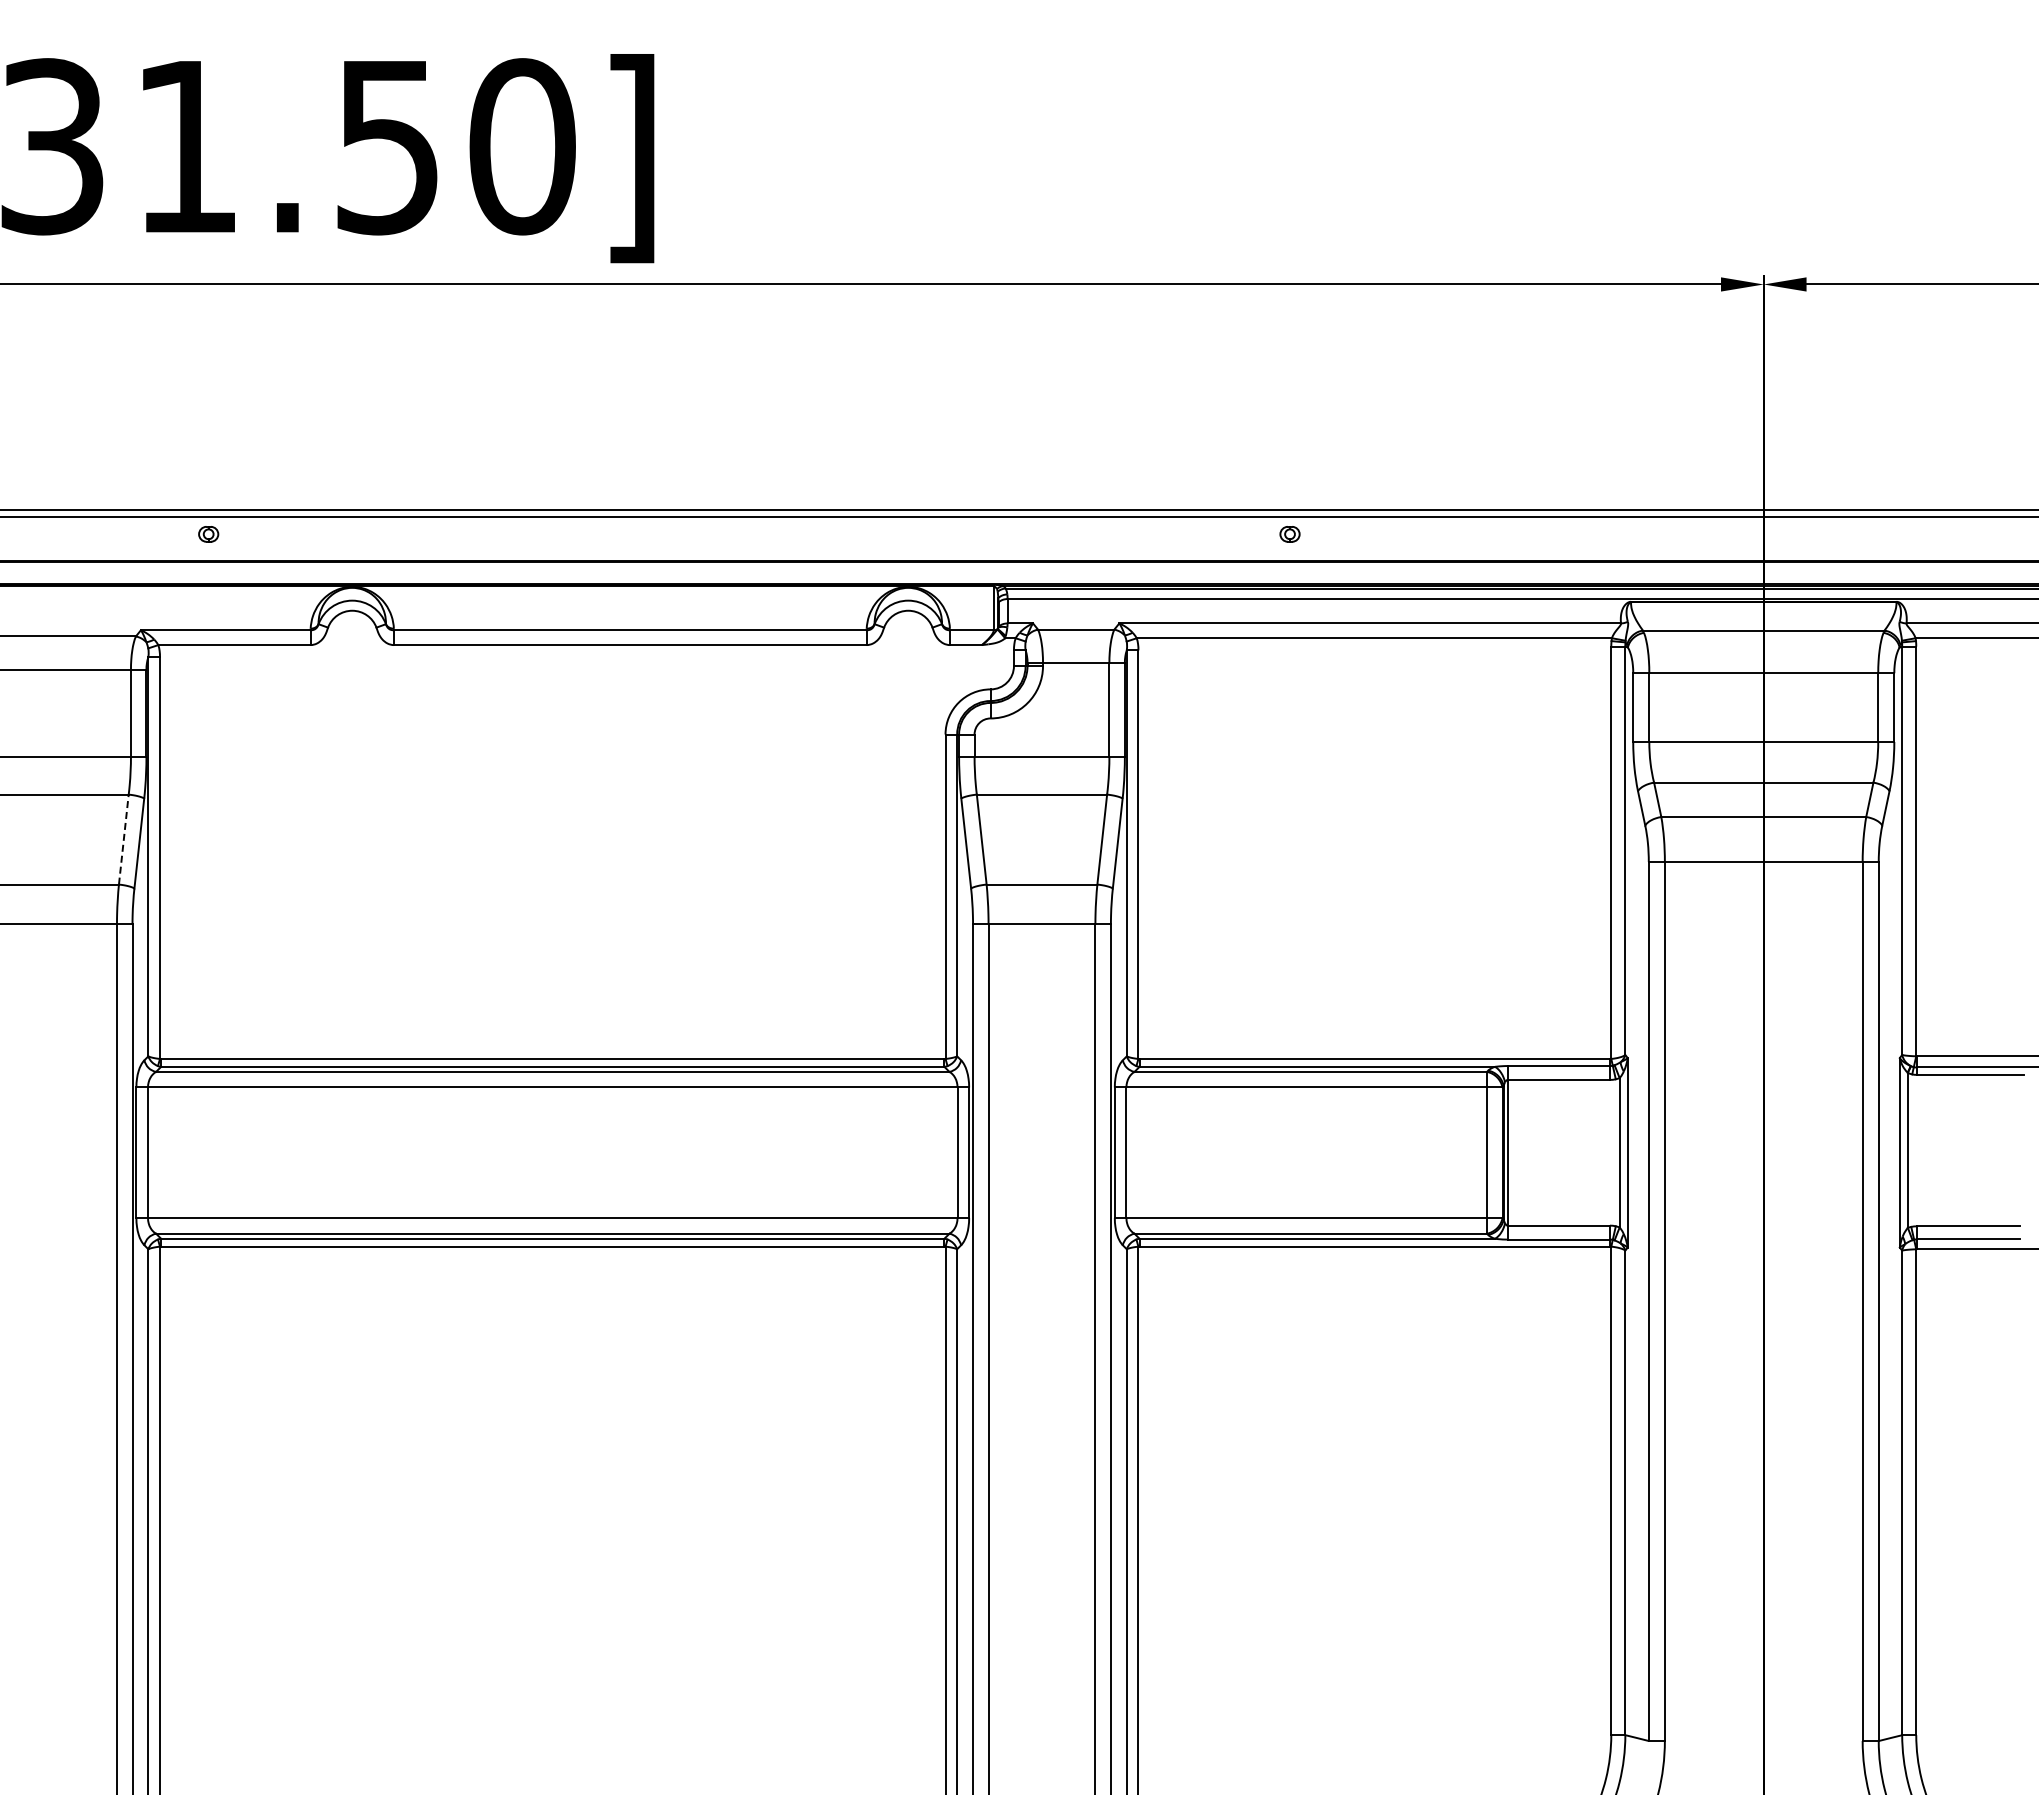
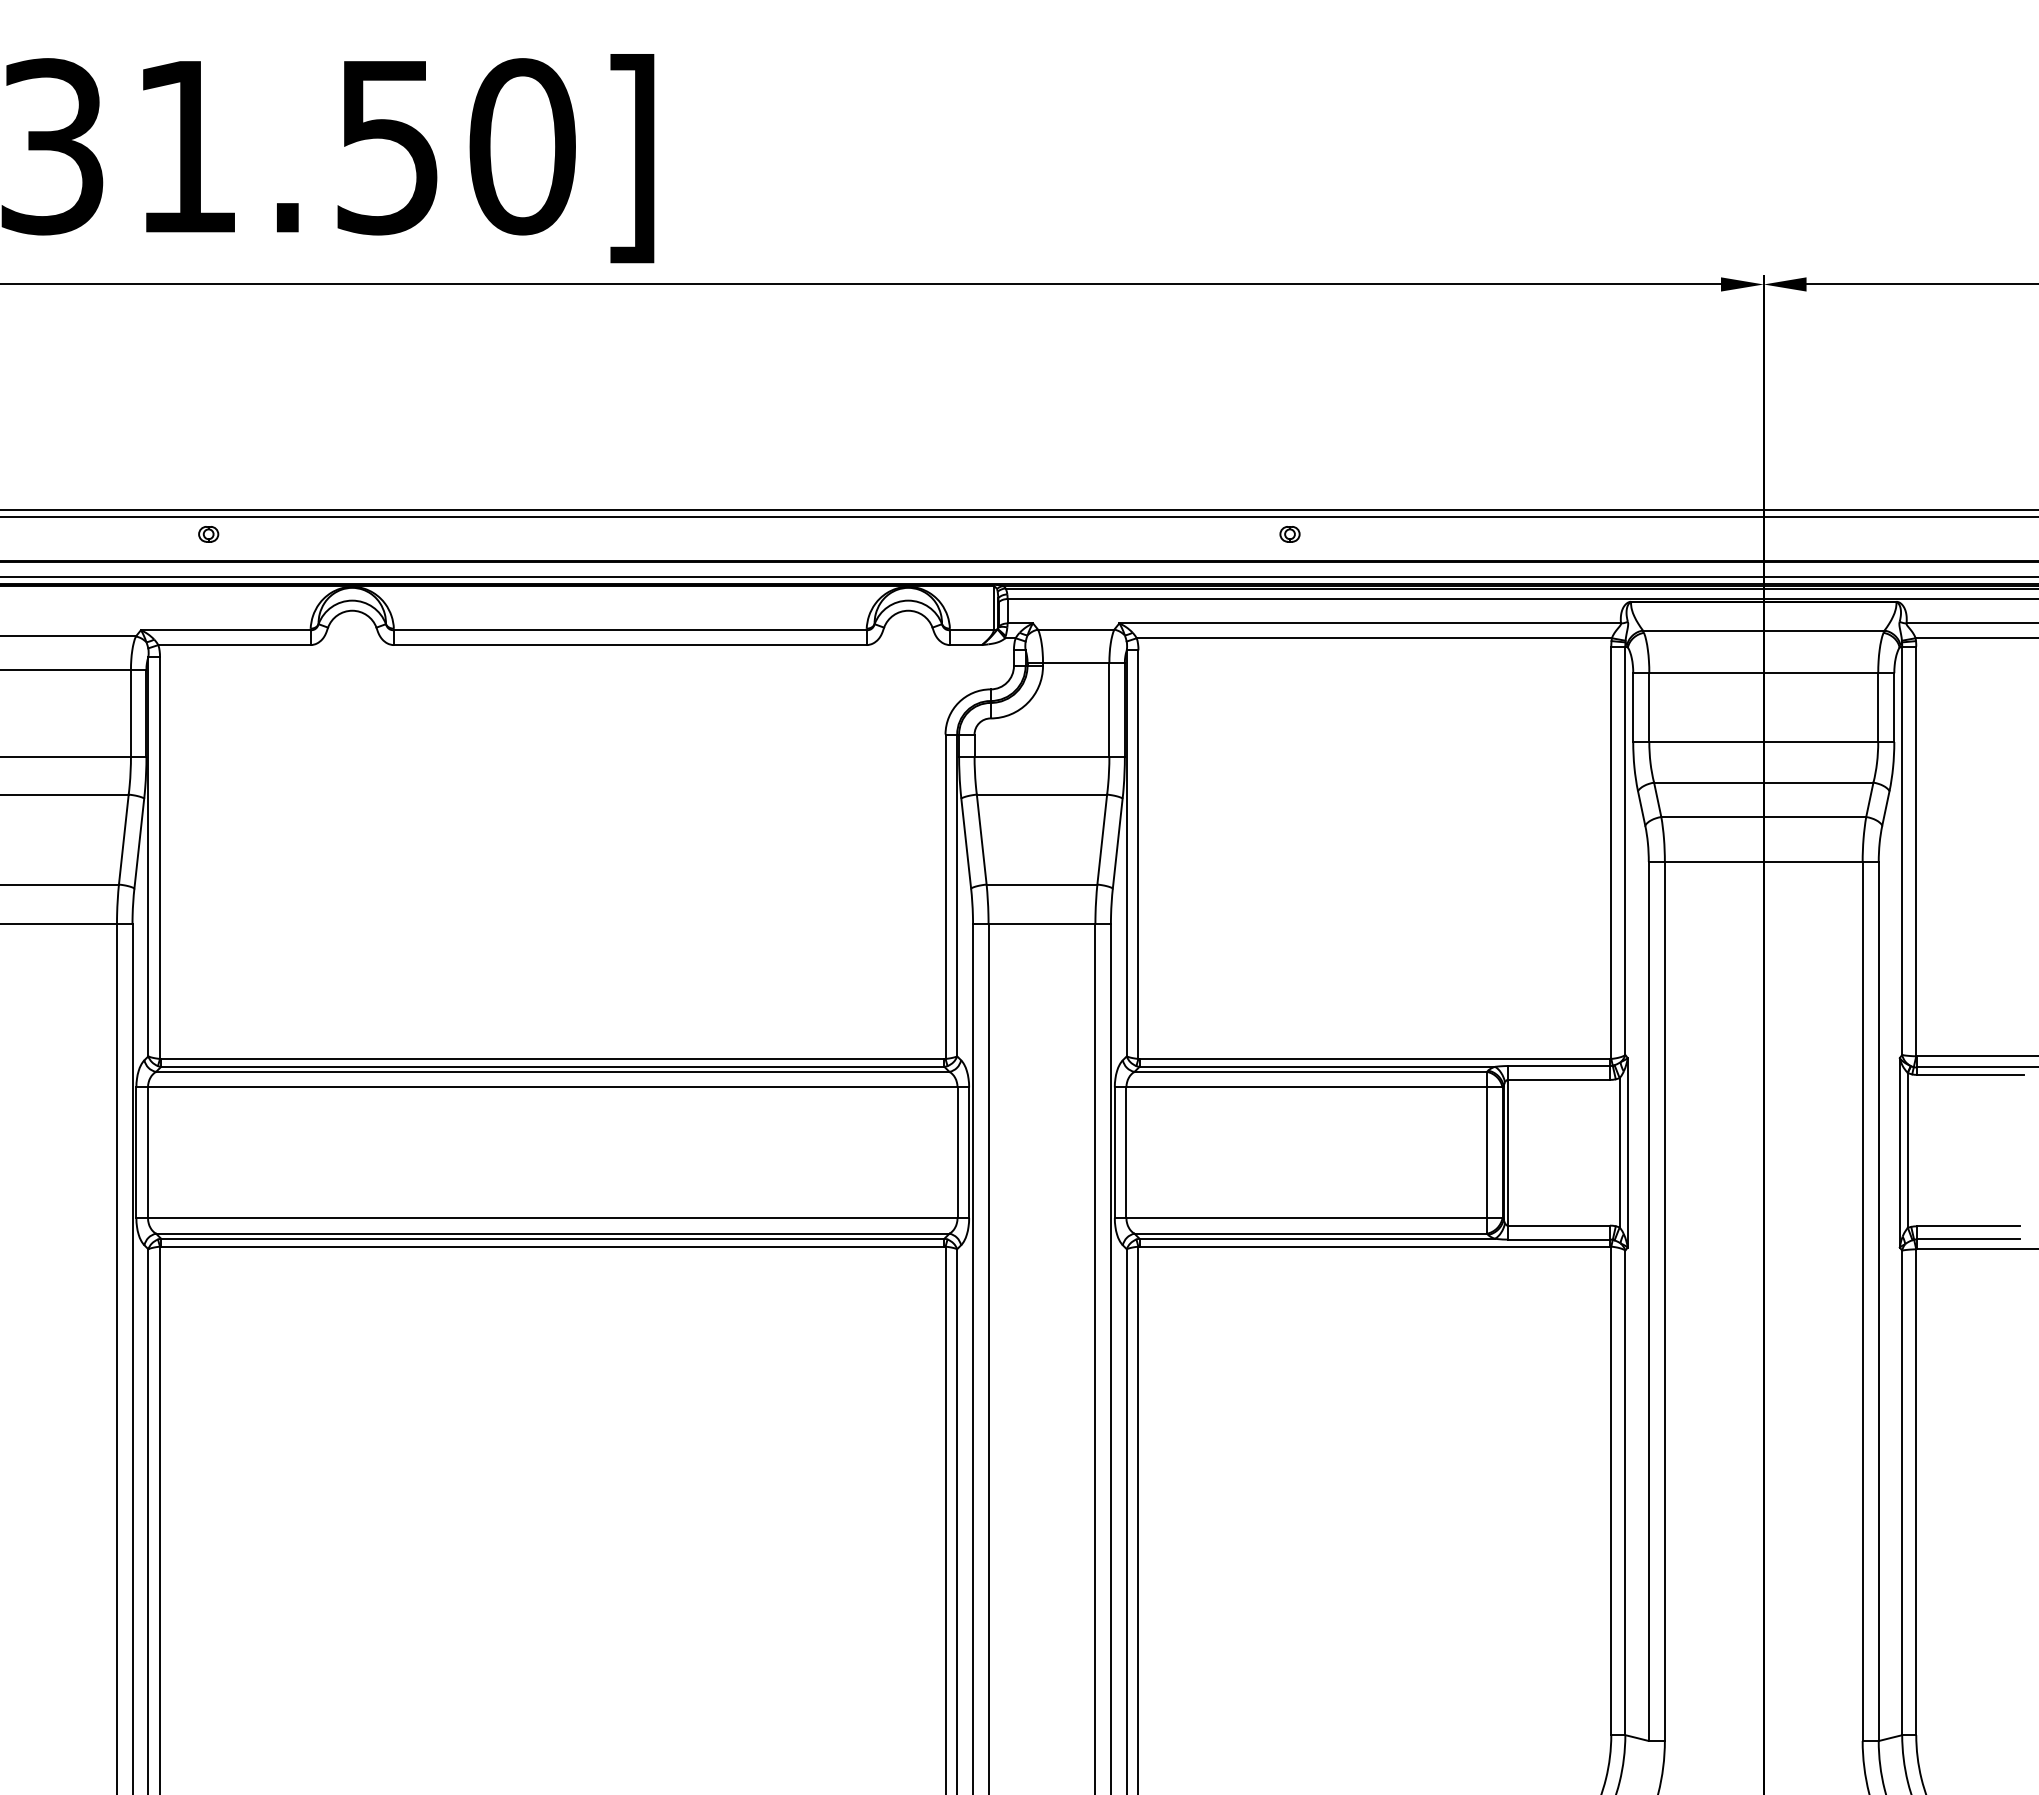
line at (1018, 576): none -> present
line at (123, 839): dashed -> solid
